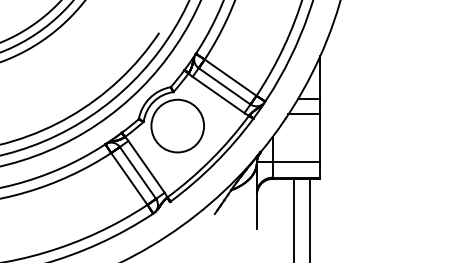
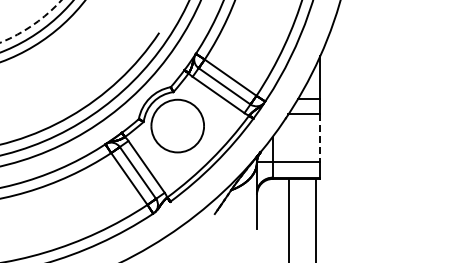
arc at (32, 25): solid -> dashed
line at (320, 138): solid -> dashed
line at (293, 218) position: (293, 218) -> (288, 218)
line at (309, 218) position: (309, 218) -> (315, 218)
